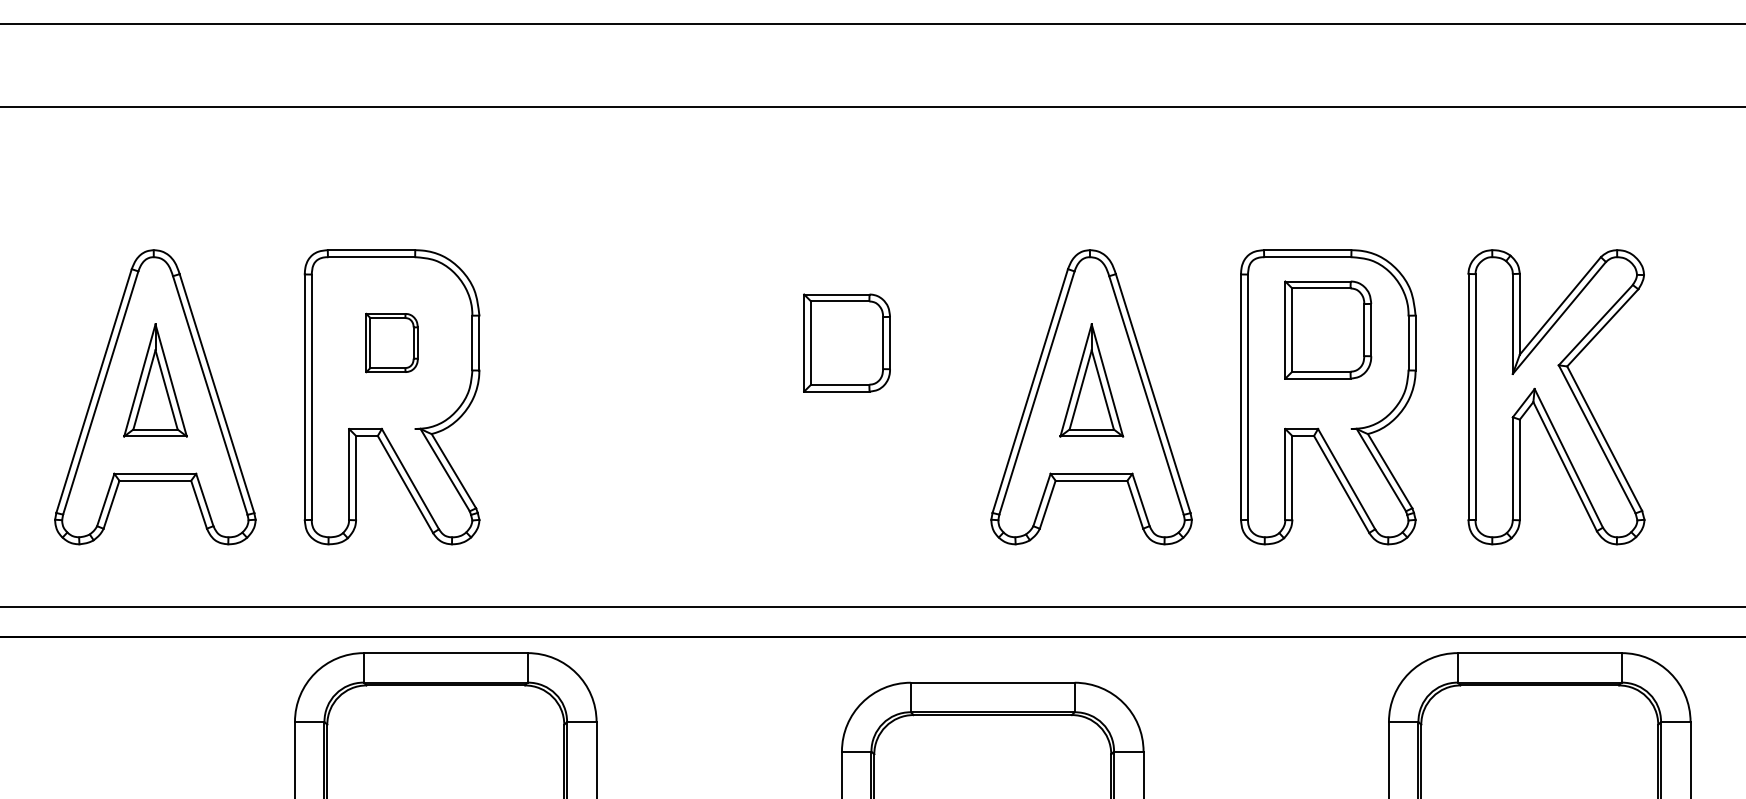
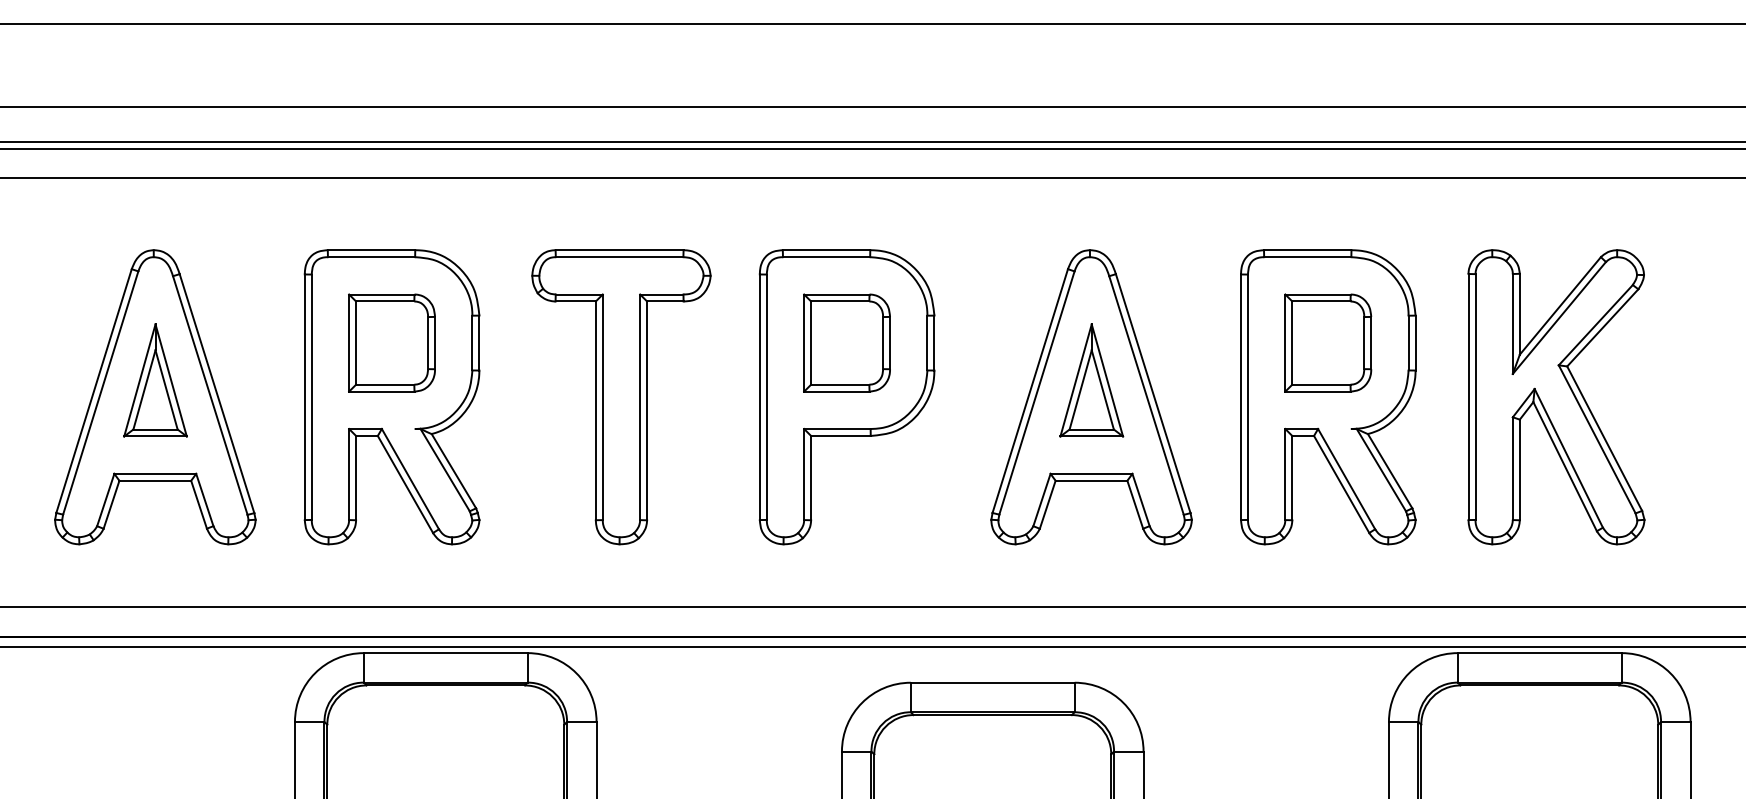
line at (872, 142): none -> present
line at (872, 148): none -> present
line at (872, 178): none -> present
part at (1328, 329) position: (1328, 329) -> (1328, 342)
part at (391, 342) size: 54x62 px -> 88x100 px
part at (621, 397): none -> present
part at (846, 397): none -> present
line at (872, 646): none -> present
